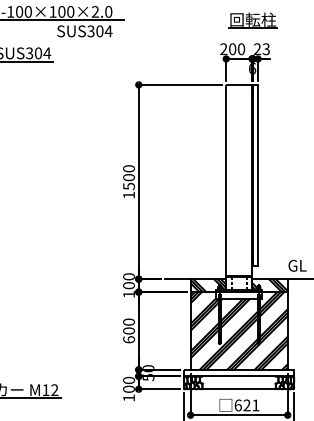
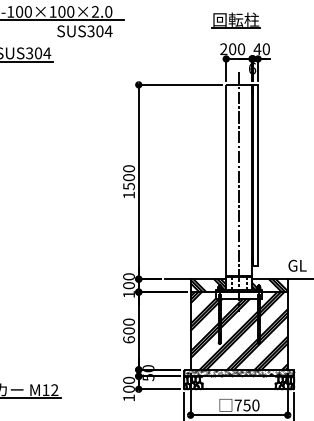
part at (252, 20) position: (252, 20) -> (235, 20)
text at (261, 48): 23 -> 40
line at (239, 191): none -> present
hatch at (238, 372): none -> present
text at (246, 405): 621 -> 750
